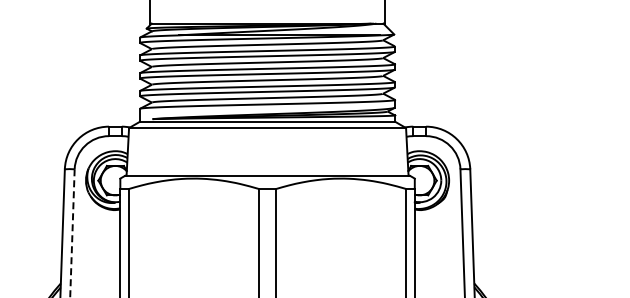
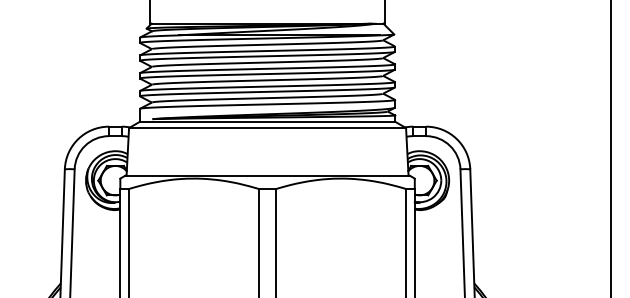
line at (611, 148): none -> present
line at (72, 233): dashed -> solid
